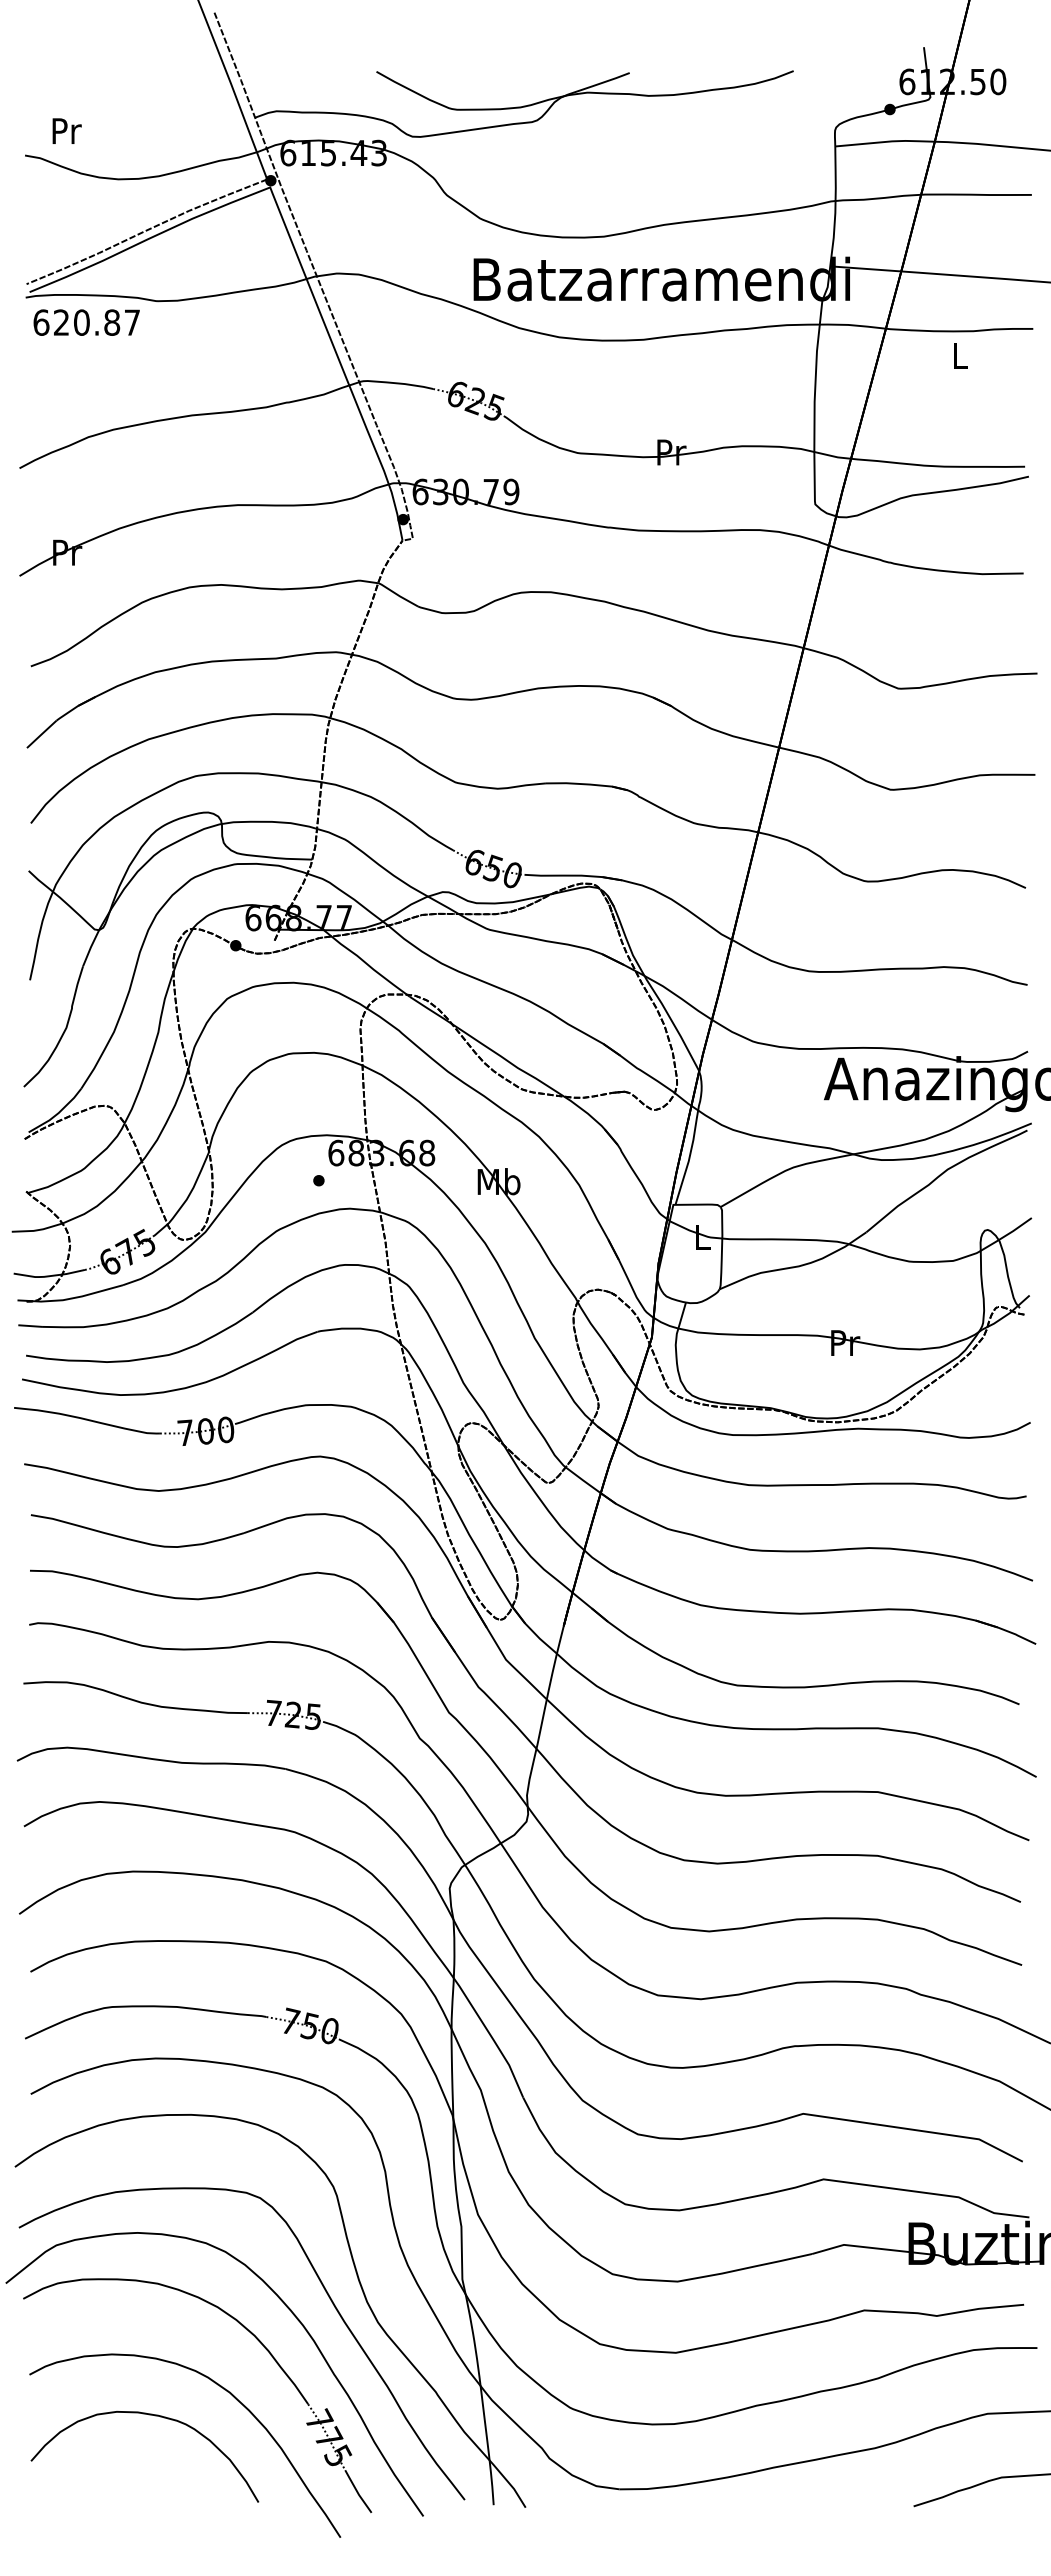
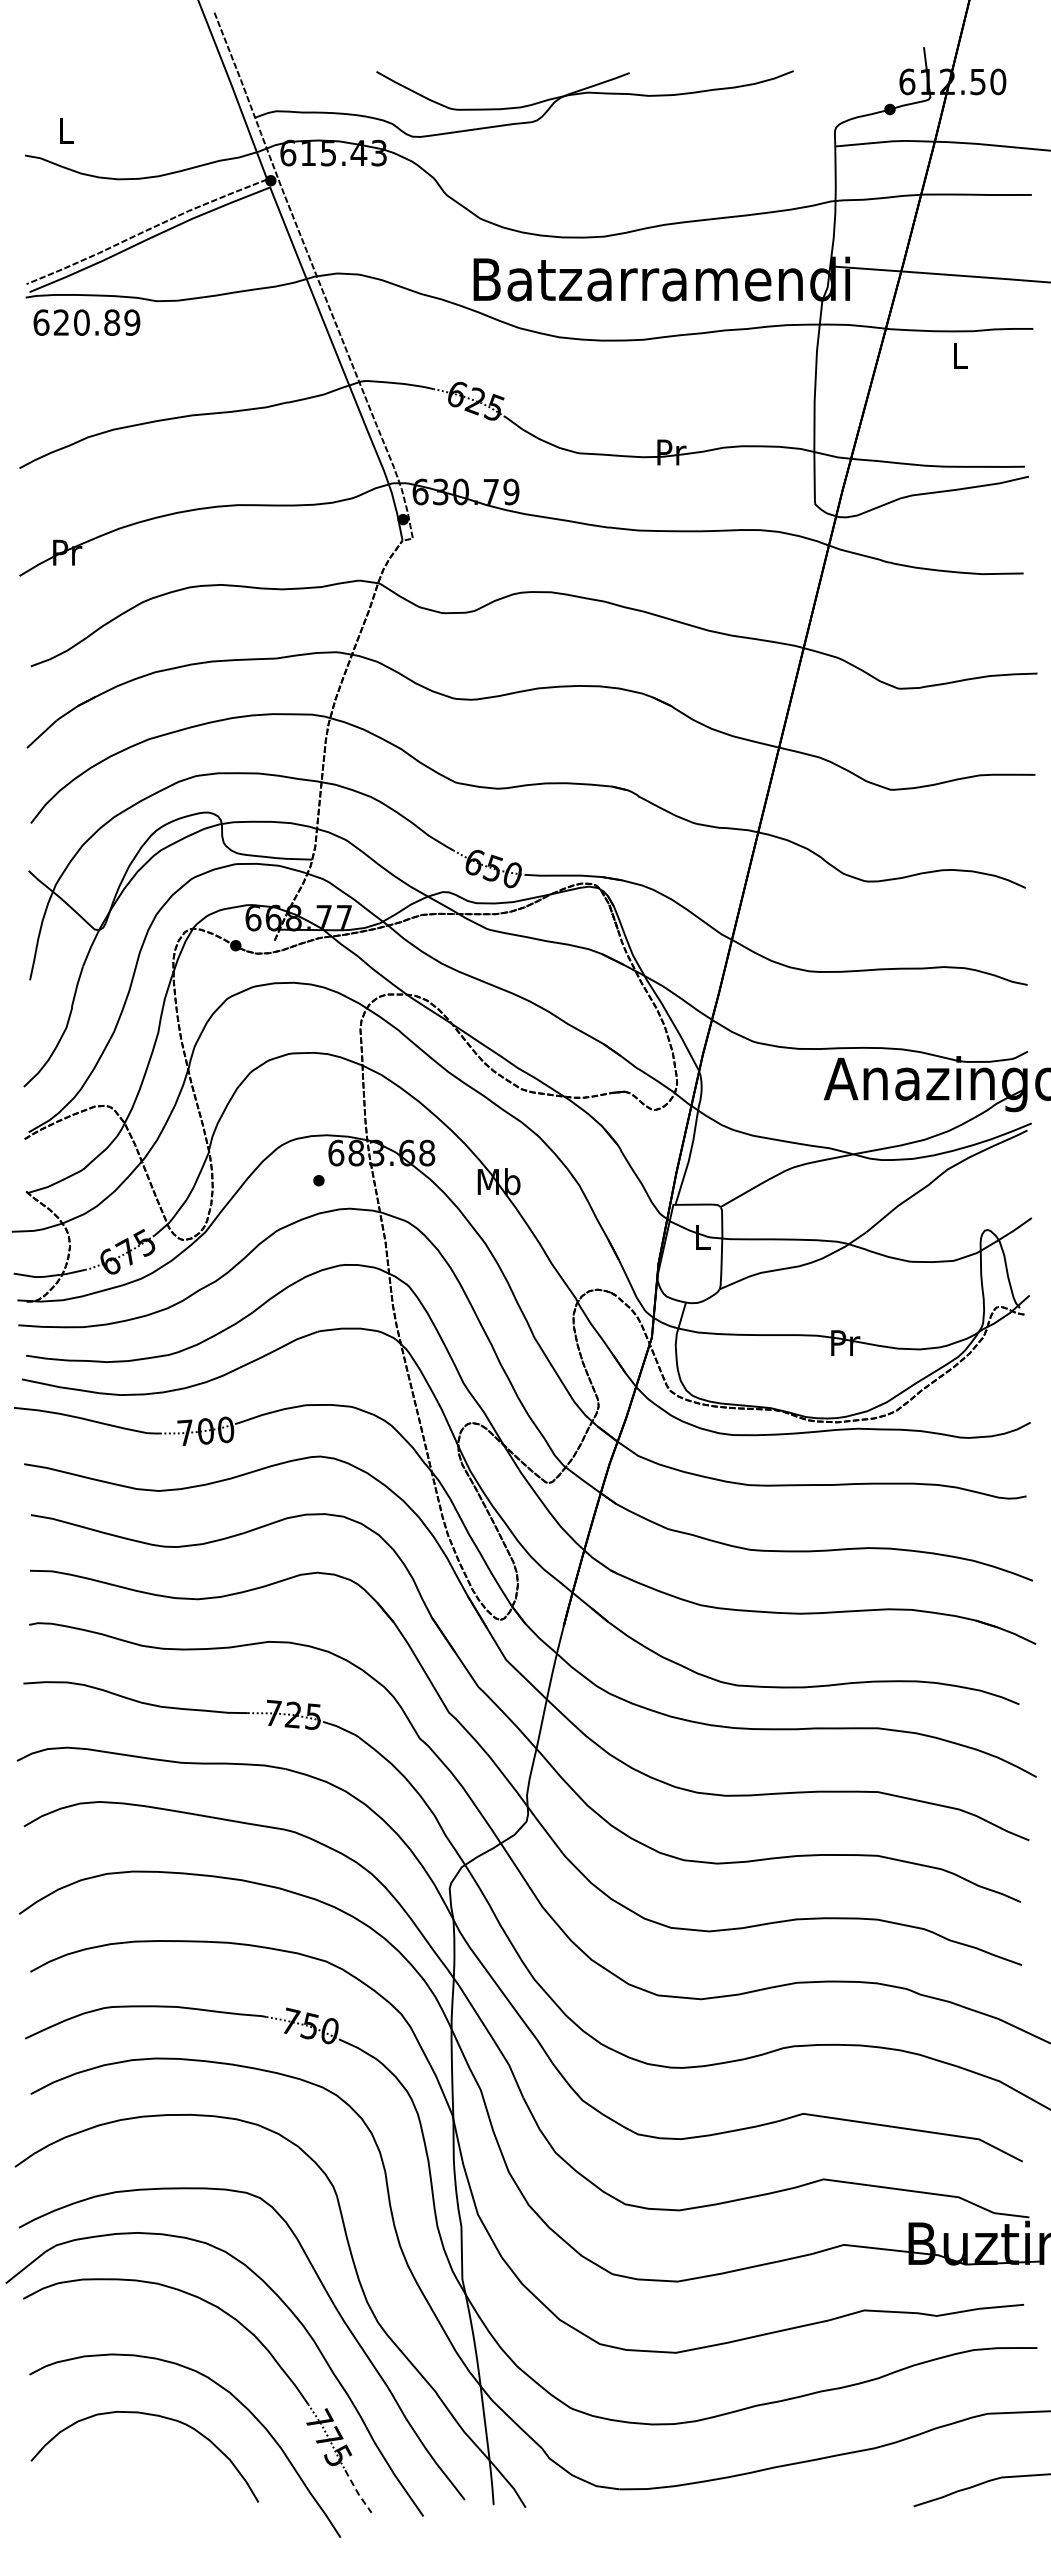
text at (66, 130): Pr -> L
text at (132, 322): 620.87 -> 620.89
line at (357, 2492): solid -> dashed
